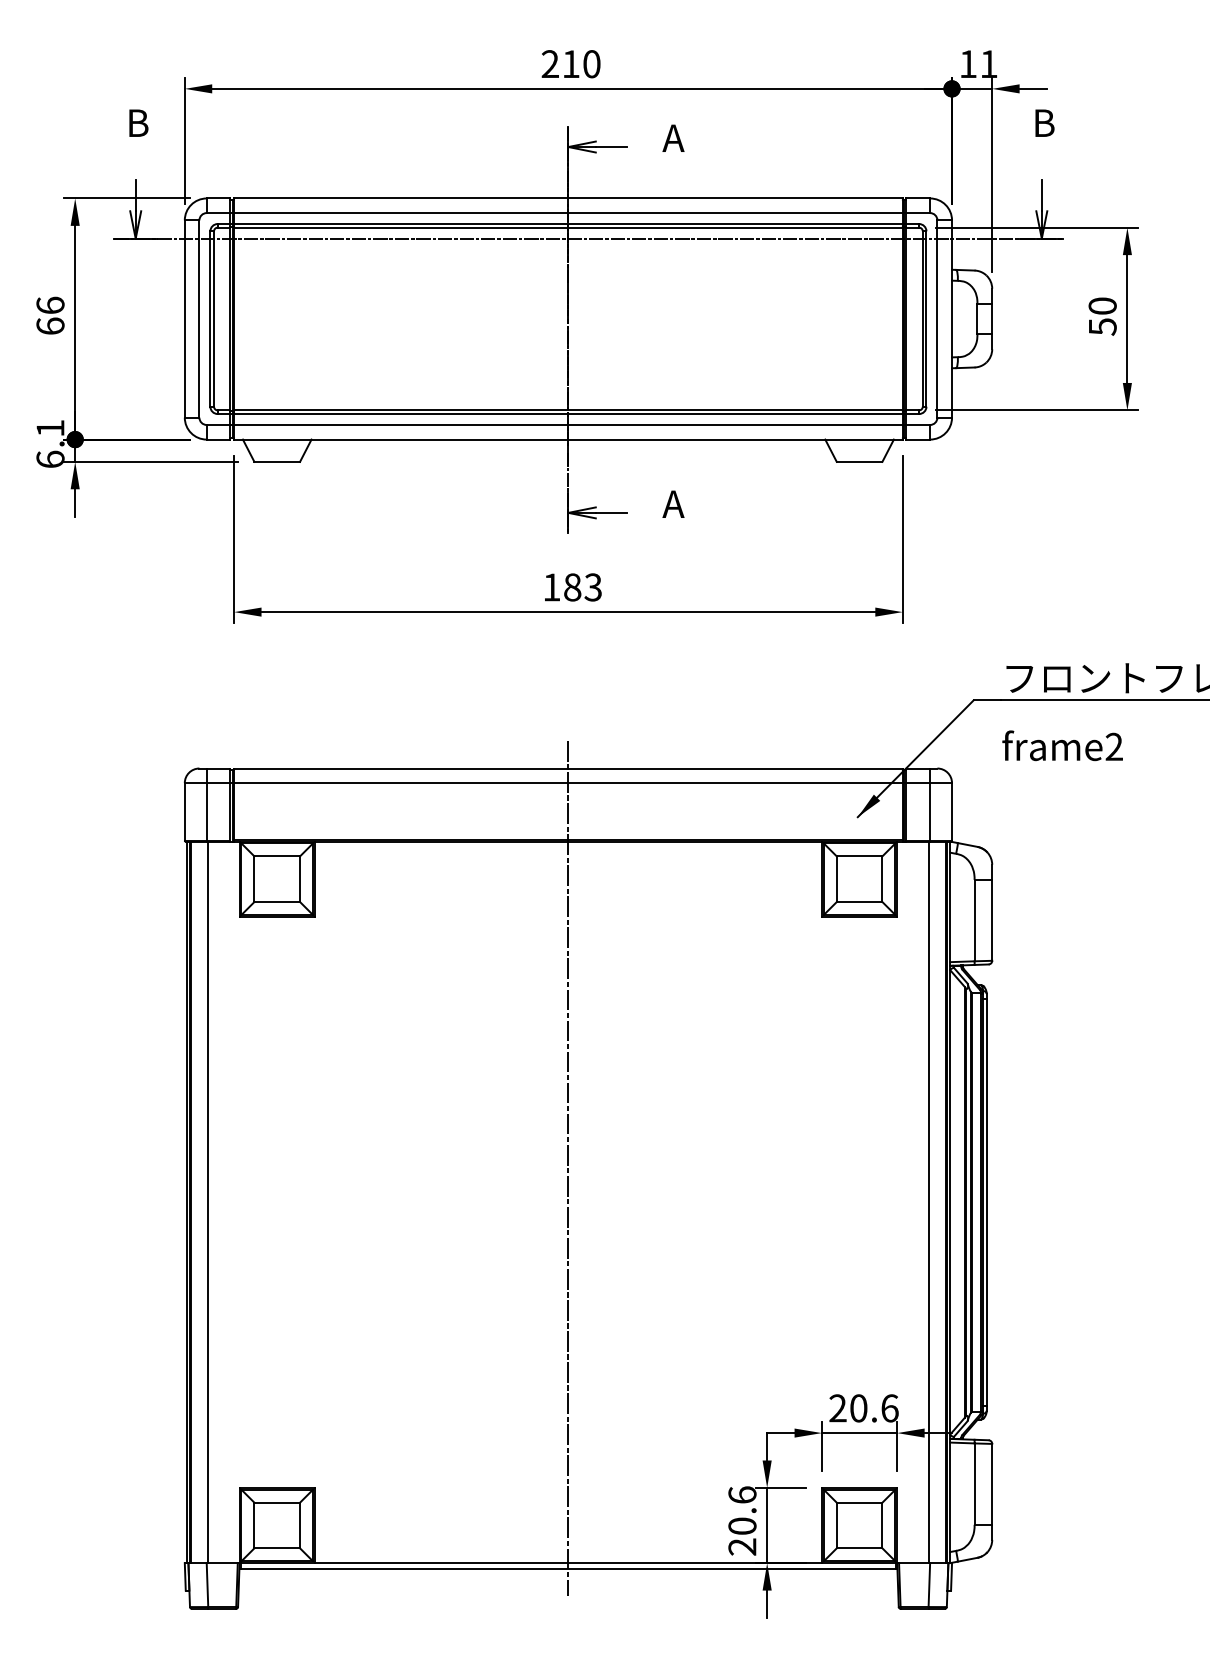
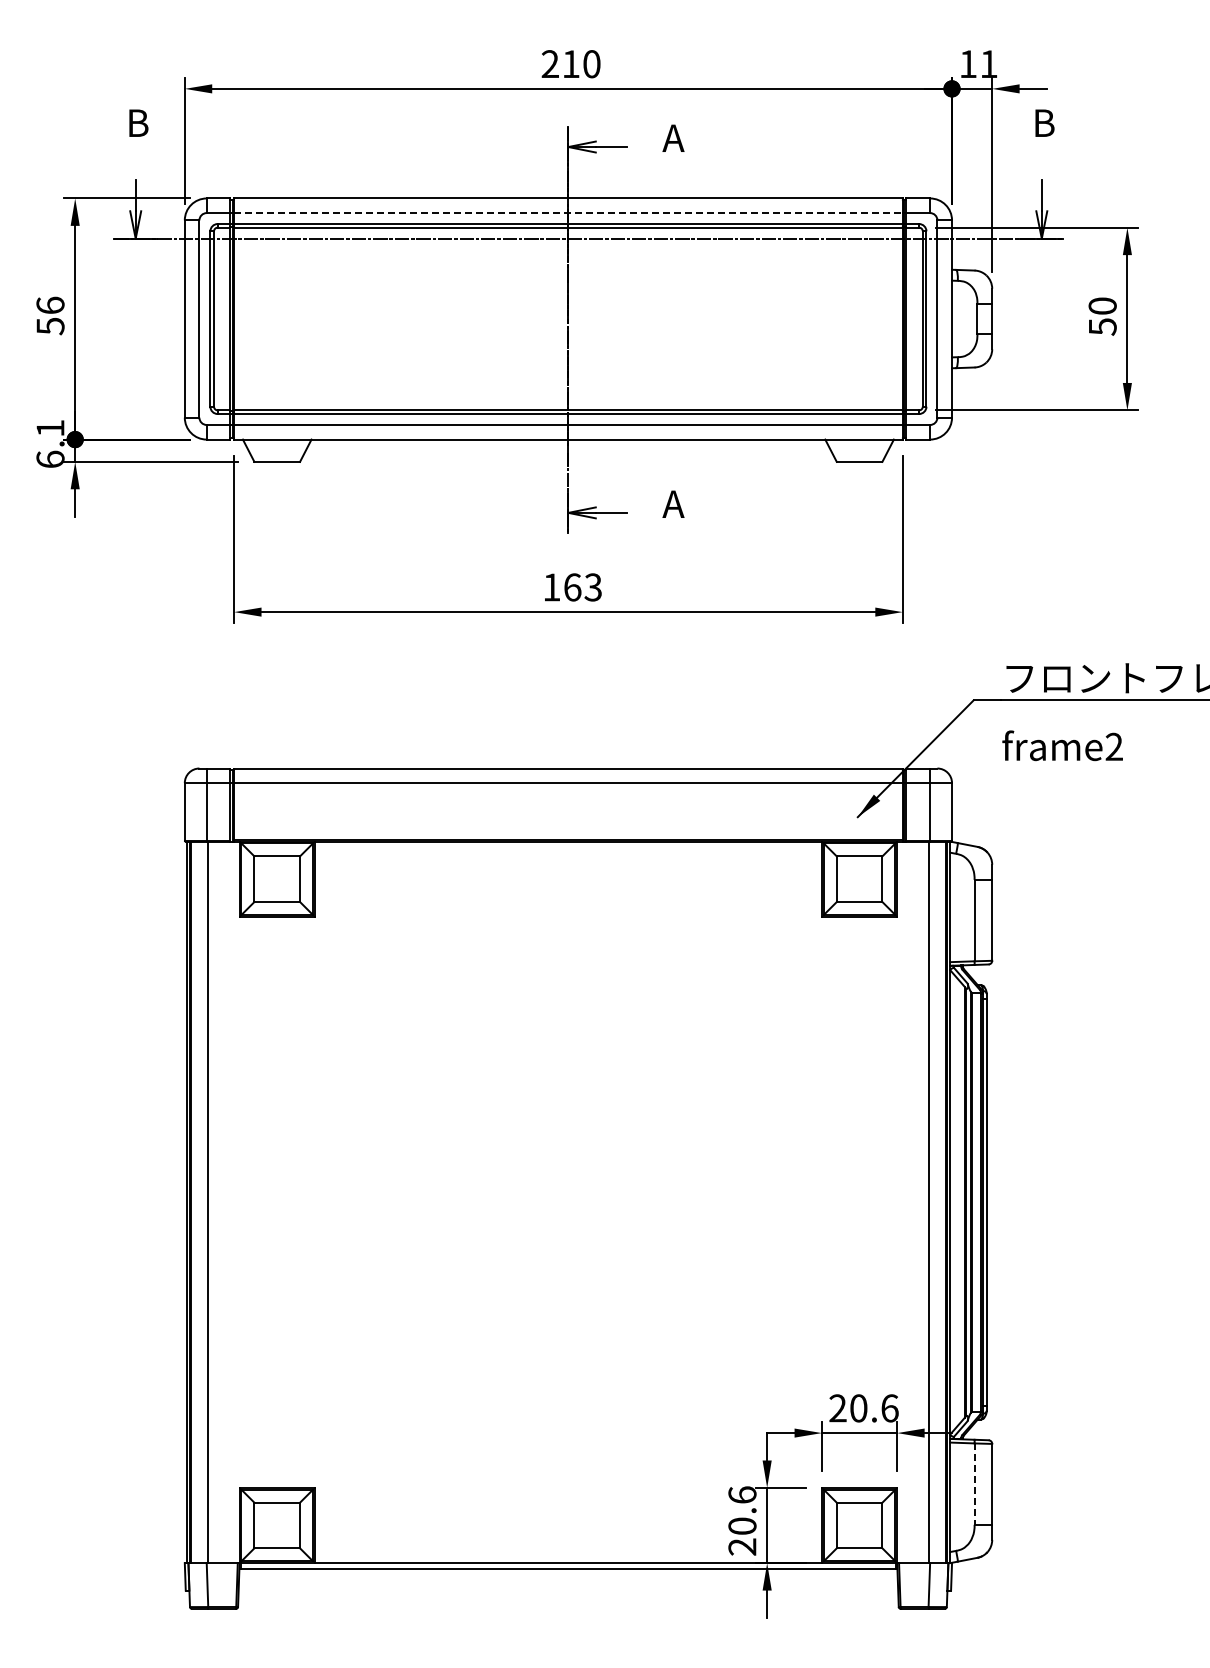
line at (568, 213): solid -> dashed
text at (50, 326): 66 -> 56
text at (572, 587): 183 -> 163
line at (568, 1168): present -> none
line at (974, 1484): solid -> dashed
